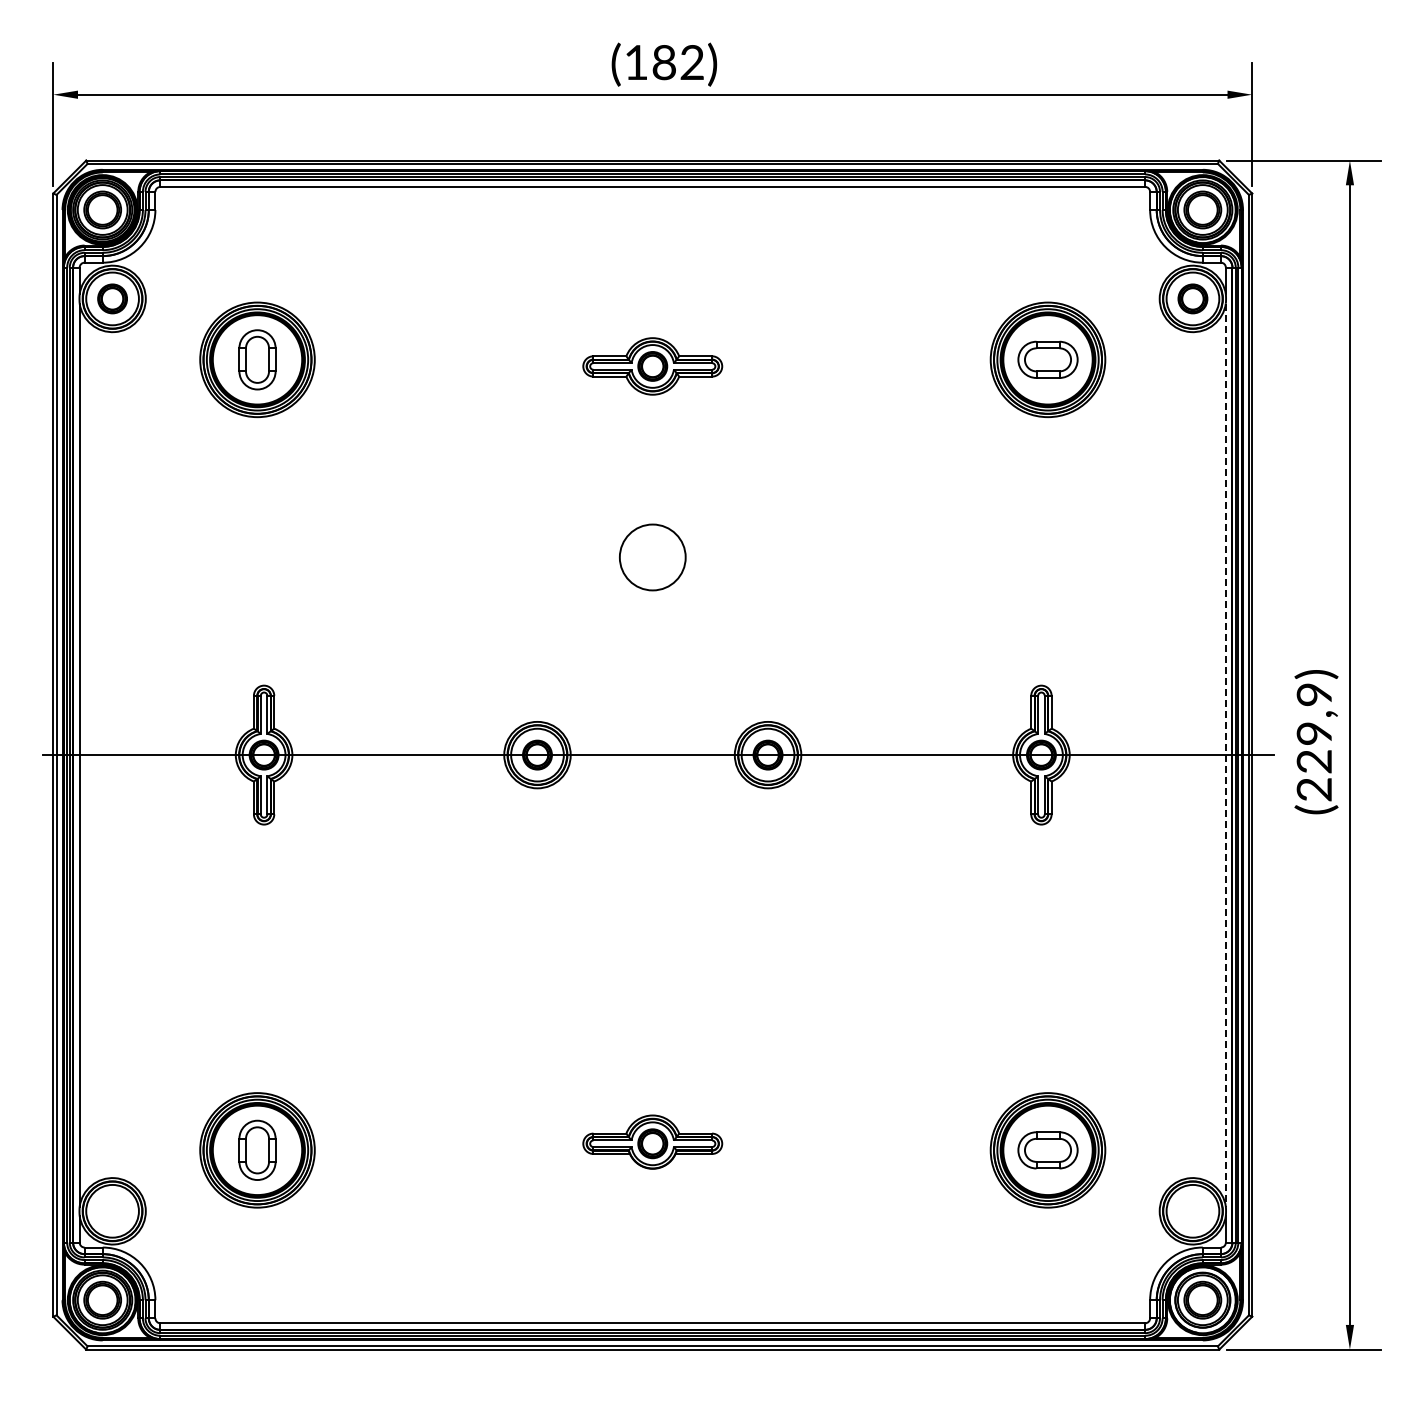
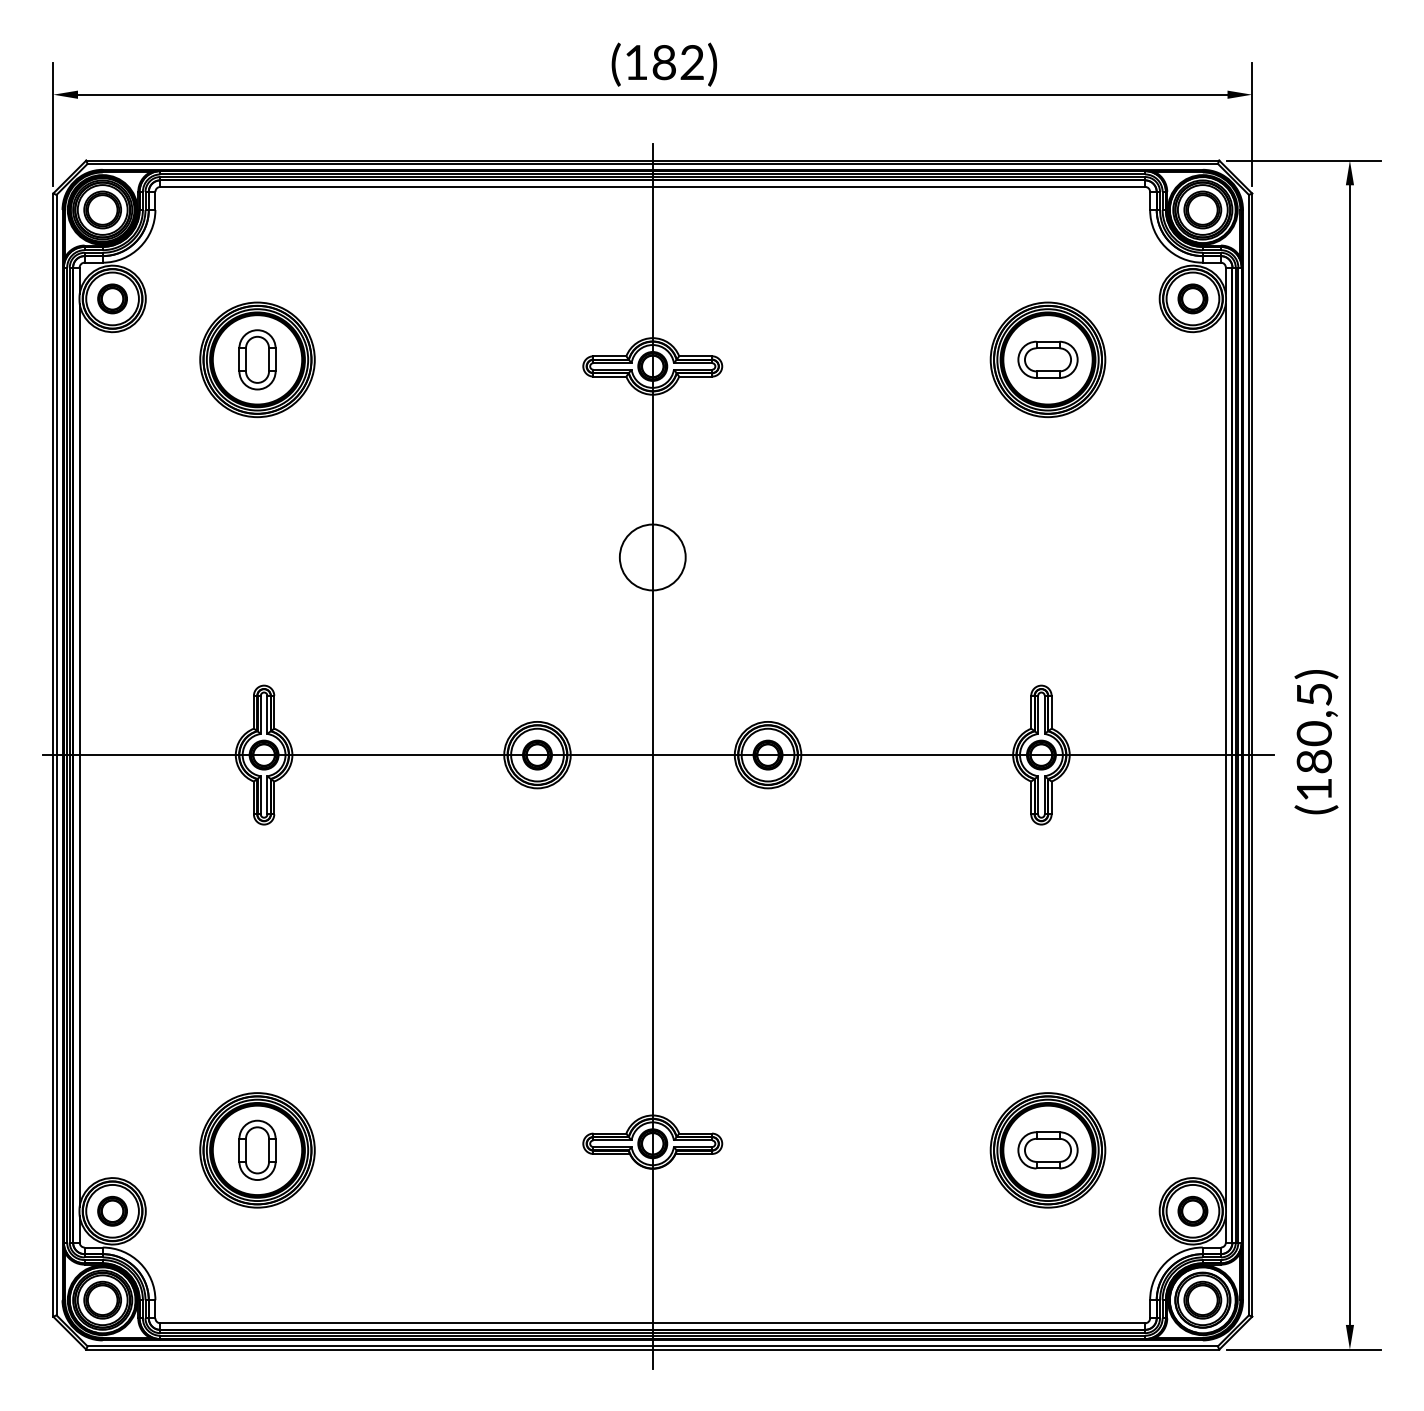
text at (1313, 742): (229,9) -> (180,5)
line at (1225, 755): dashed -> solid
line at (652, 756): none -> present
part at (112, 1211): none -> present
part at (1192, 1211): none -> present
